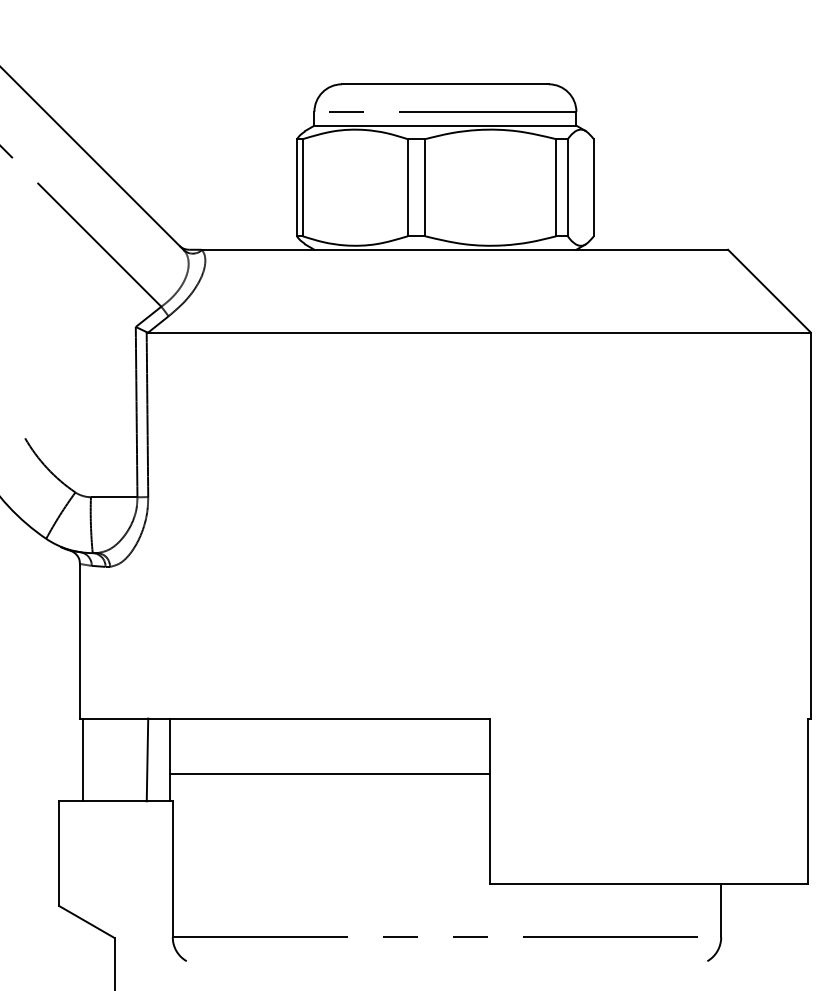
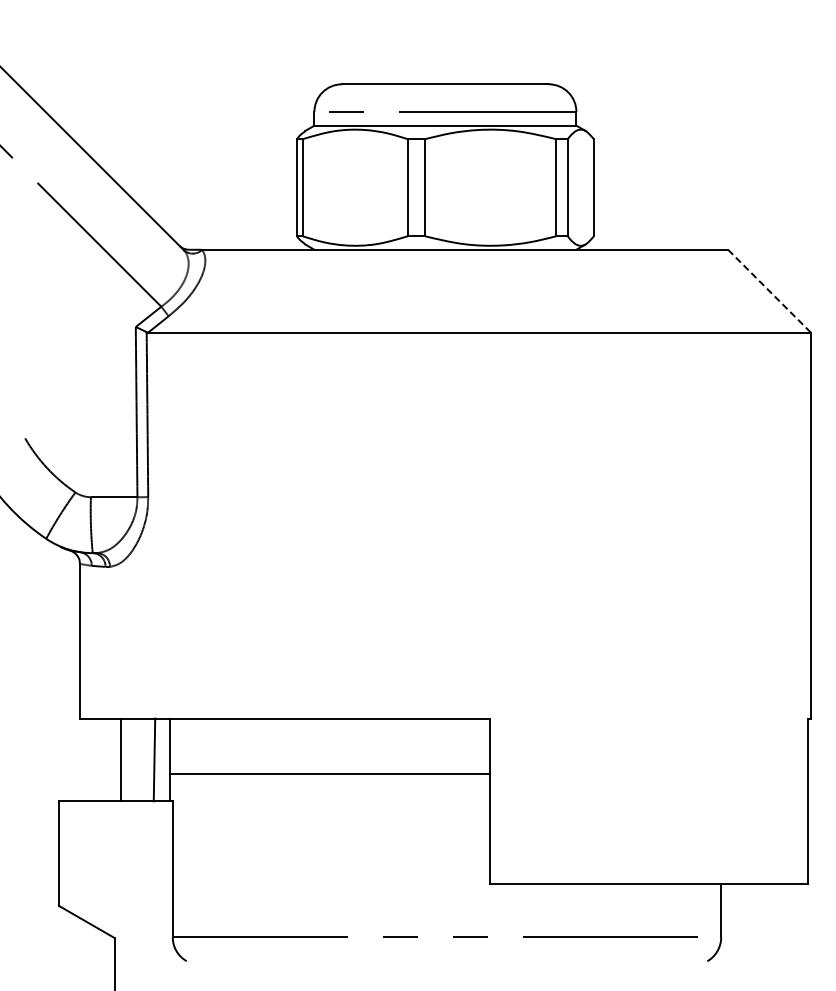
line at (769, 290): solid -> dashed
line at (82, 759) position: (82, 759) -> (120, 759)
line at (147, 759) position: (147, 759) -> (154, 759)
